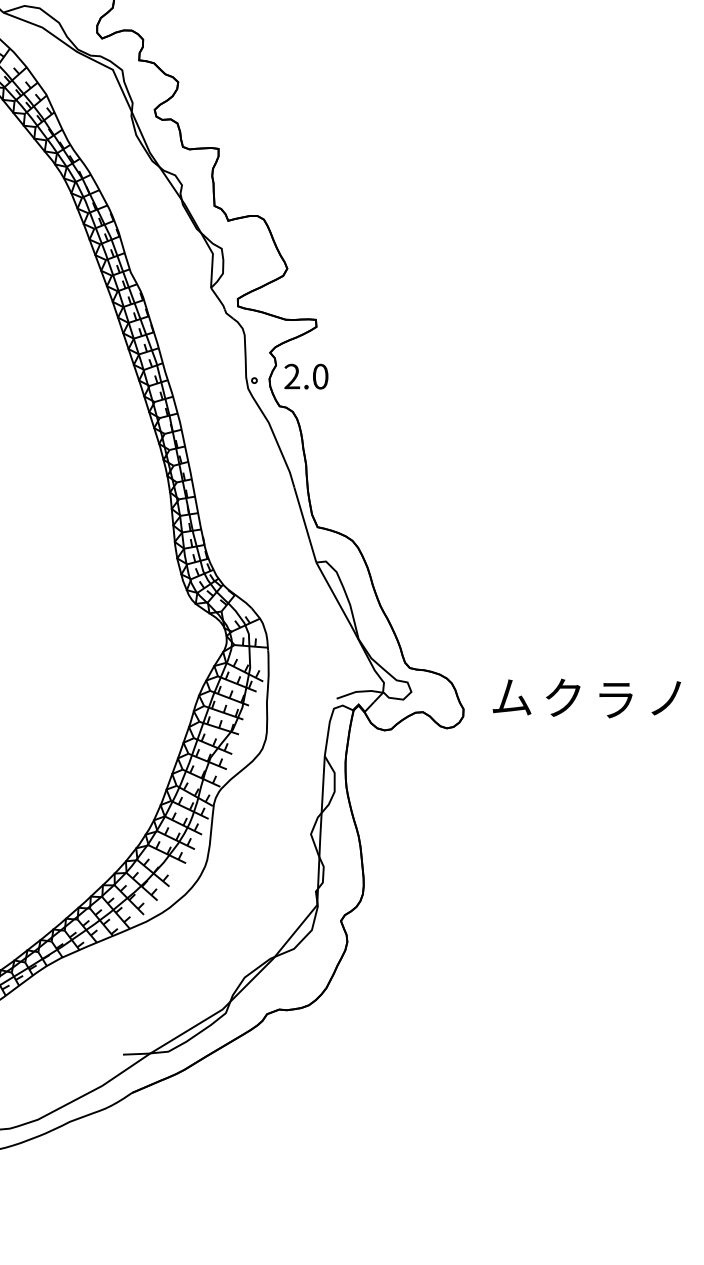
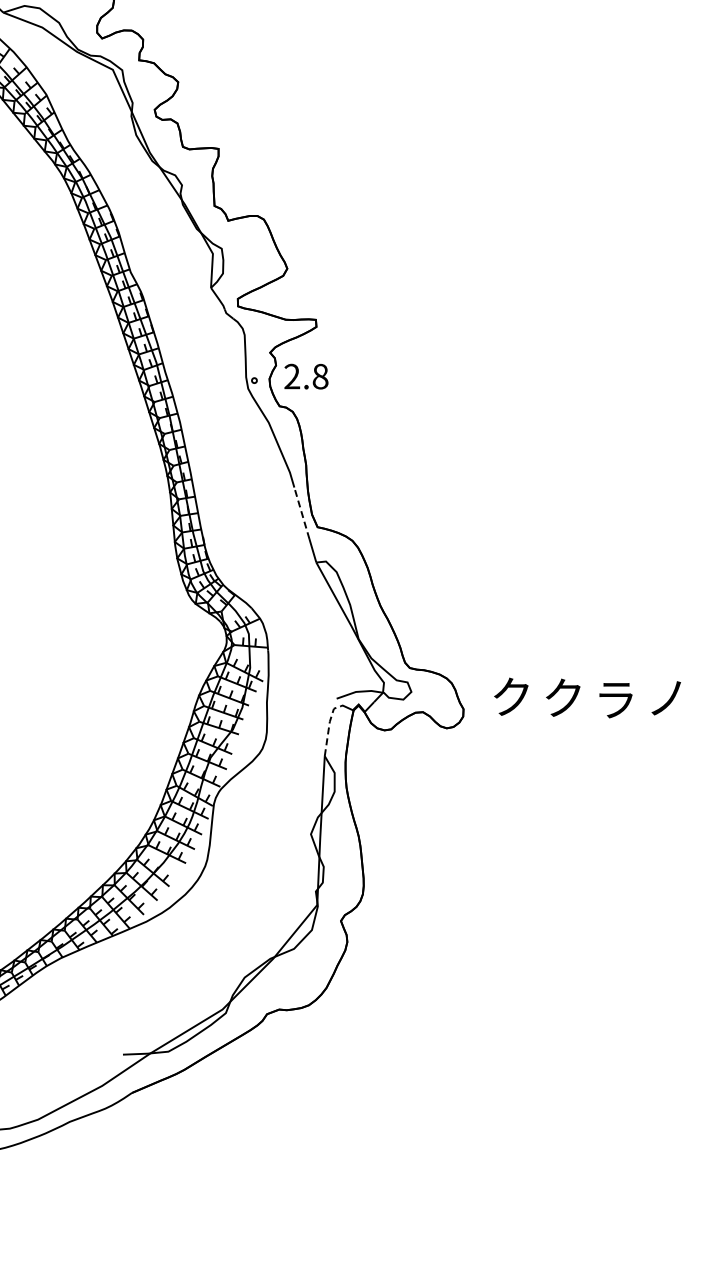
text at (320, 376): 2.0 -> 2.8
line at (301, 513): solid -> dashed
text at (511, 696): ム -> ク
line at (329, 726): solid -> dashed
